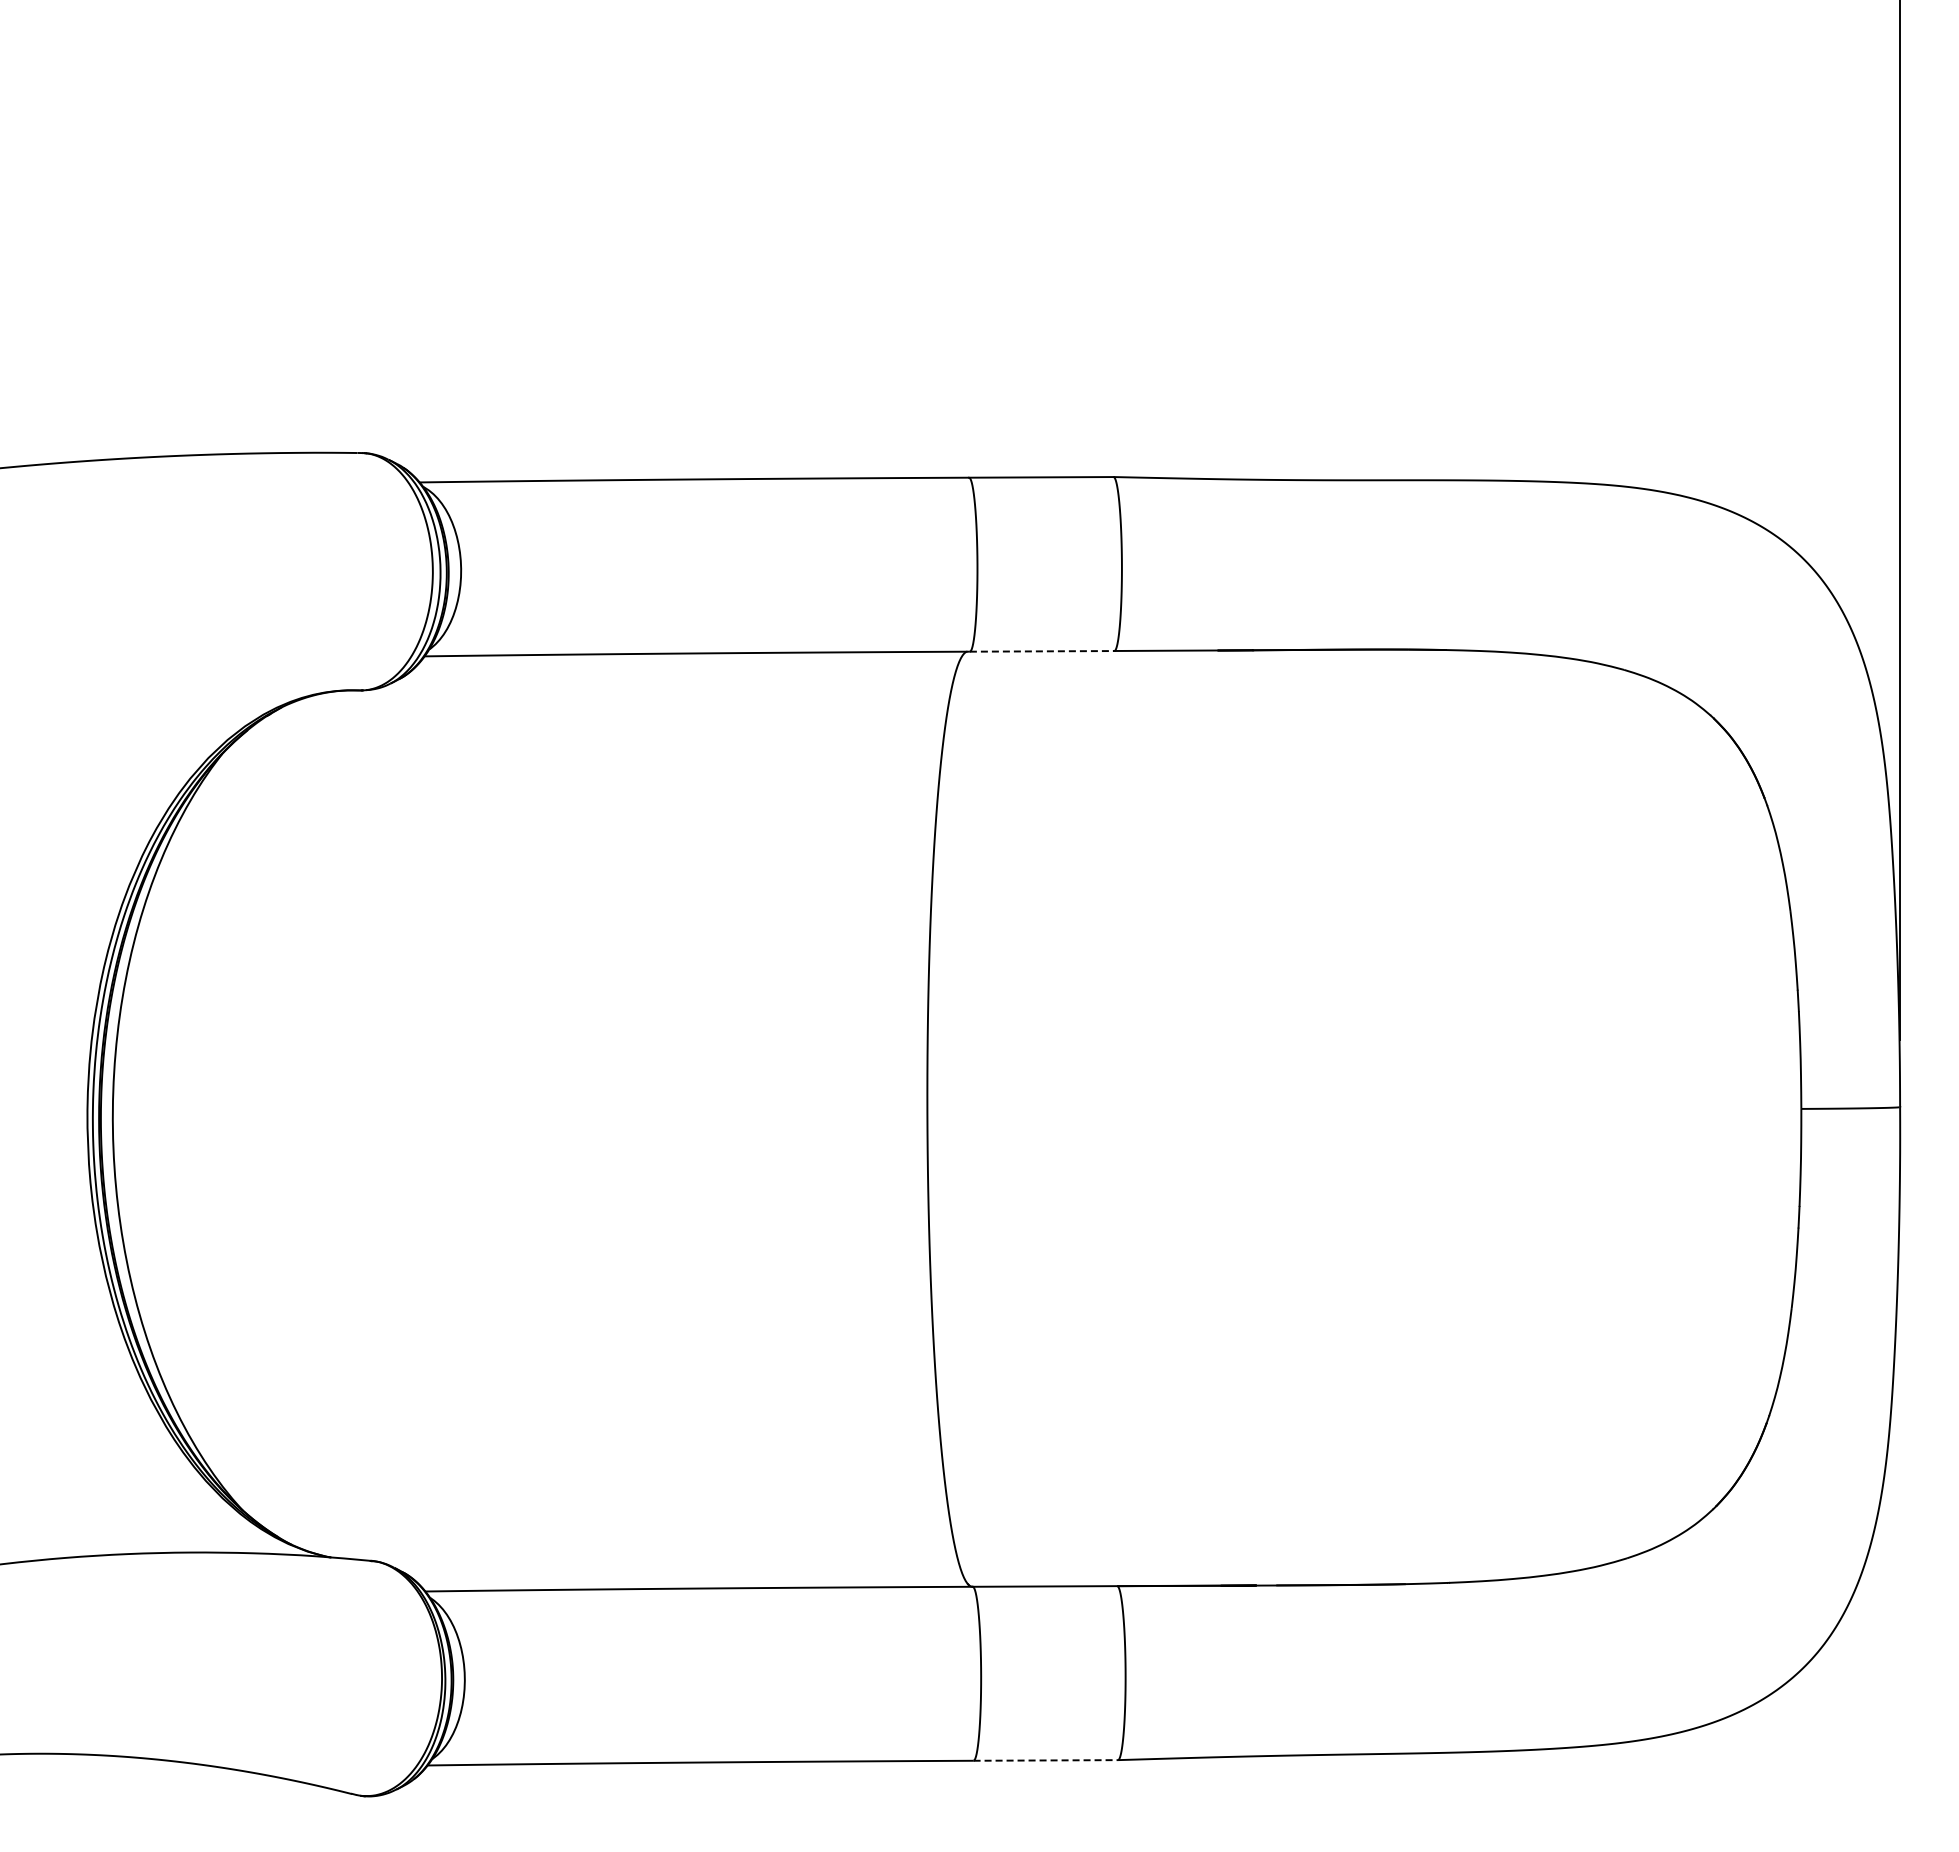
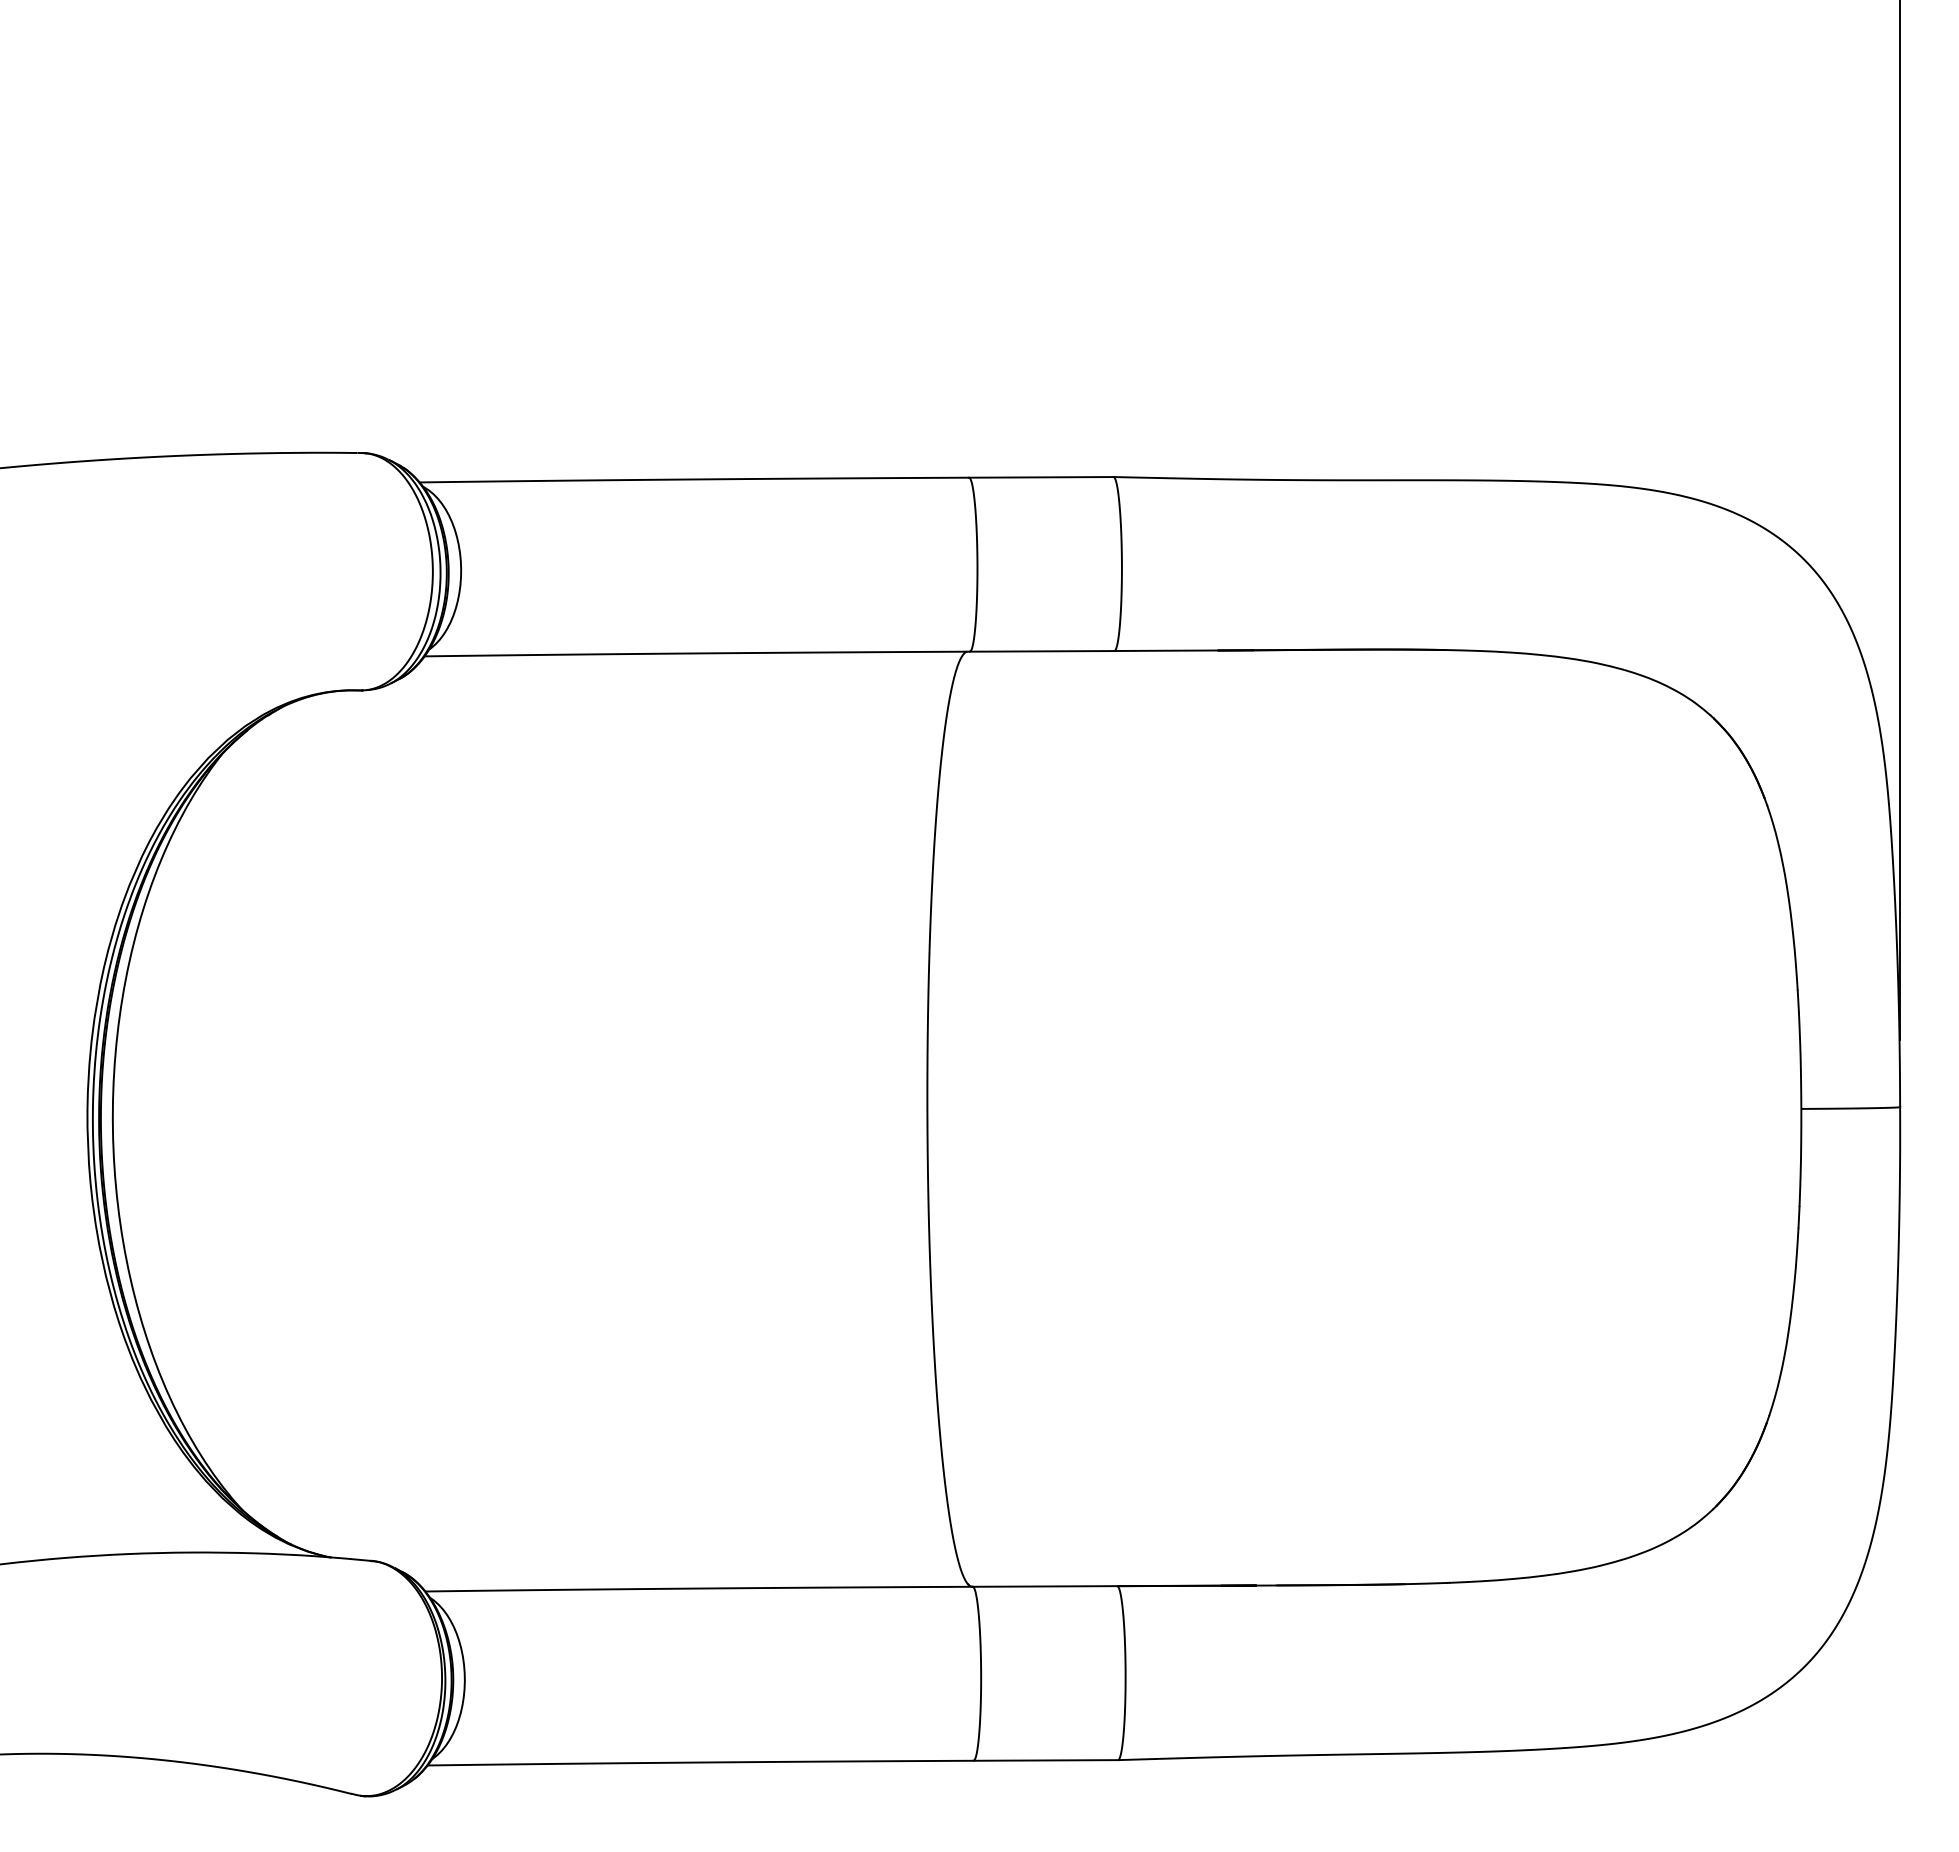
line at (1042, 651): dashed -> solid
line at (1046, 1760): dashed -> solid
